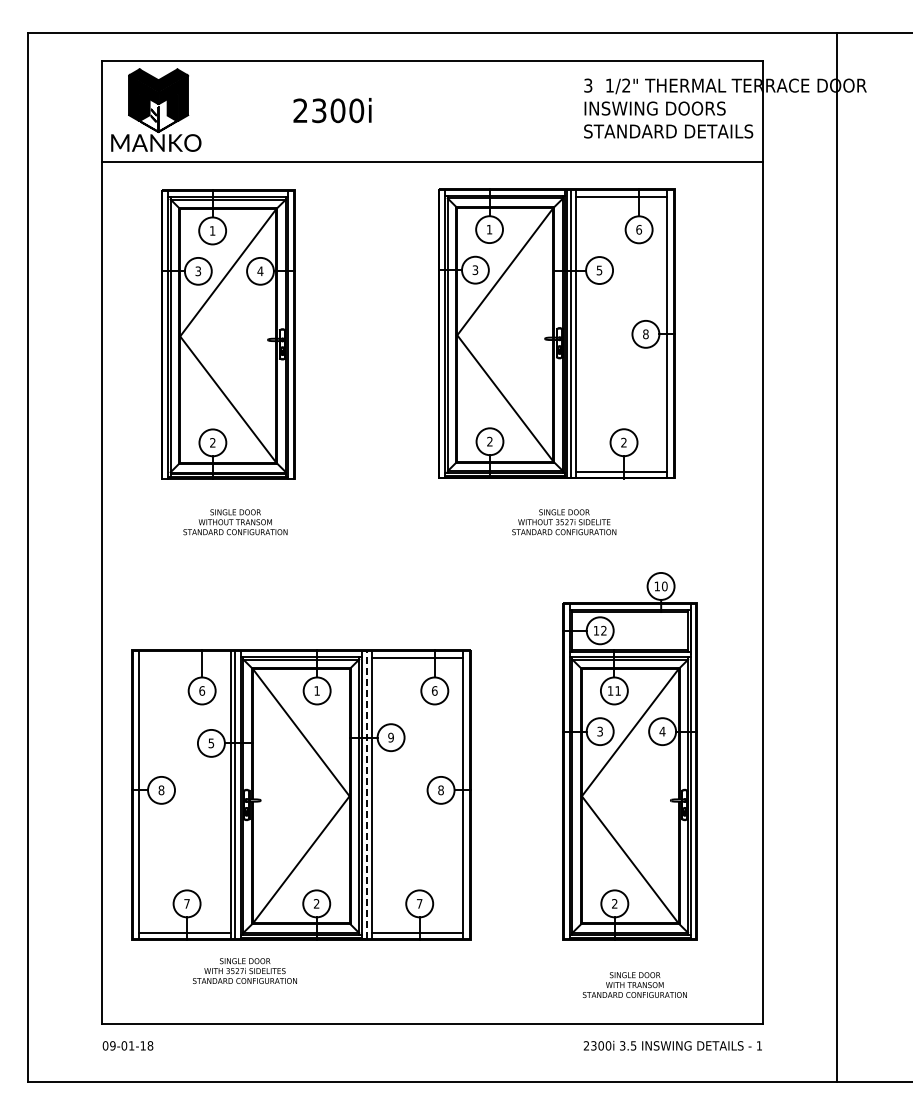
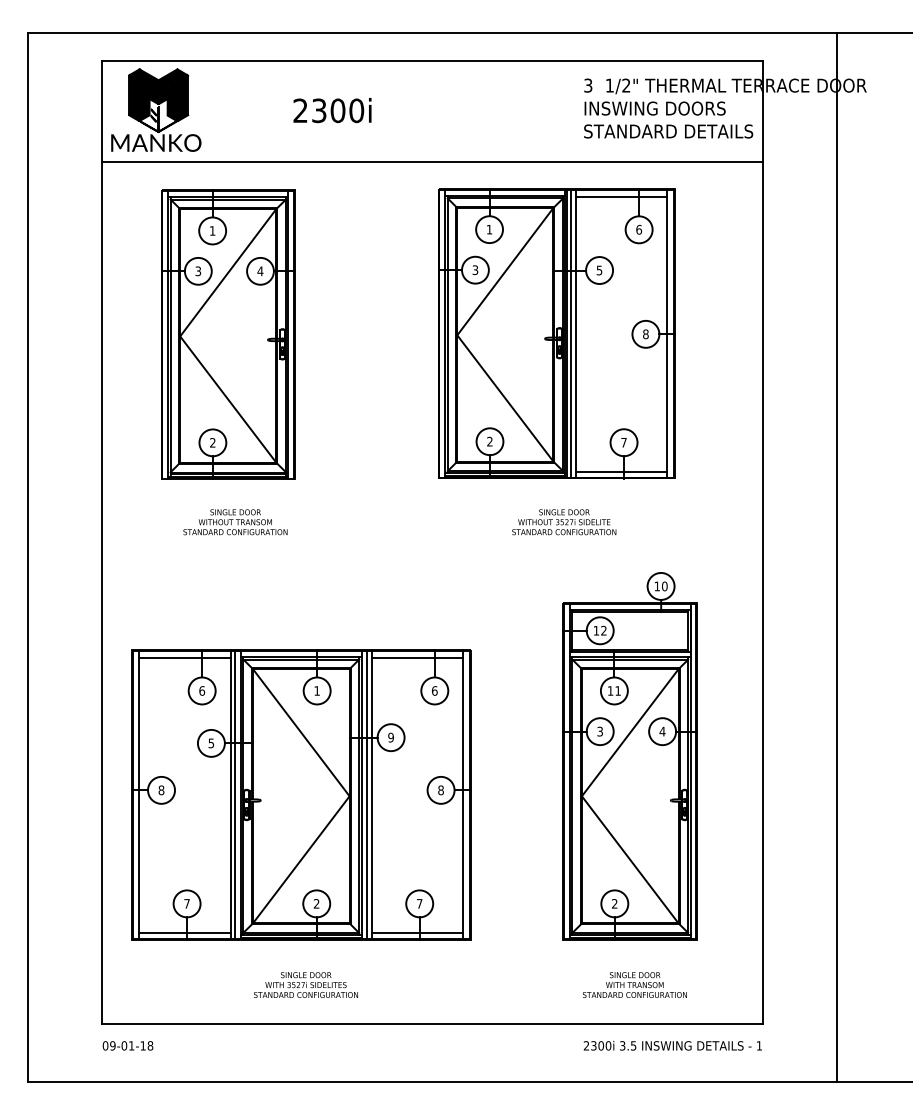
text at (623, 442): 2 -> 7
line at (184, 657): none -> present
line at (367, 794): dashed -> solid
text at (244, 970) position: (244, 970) -> (305, 984)
